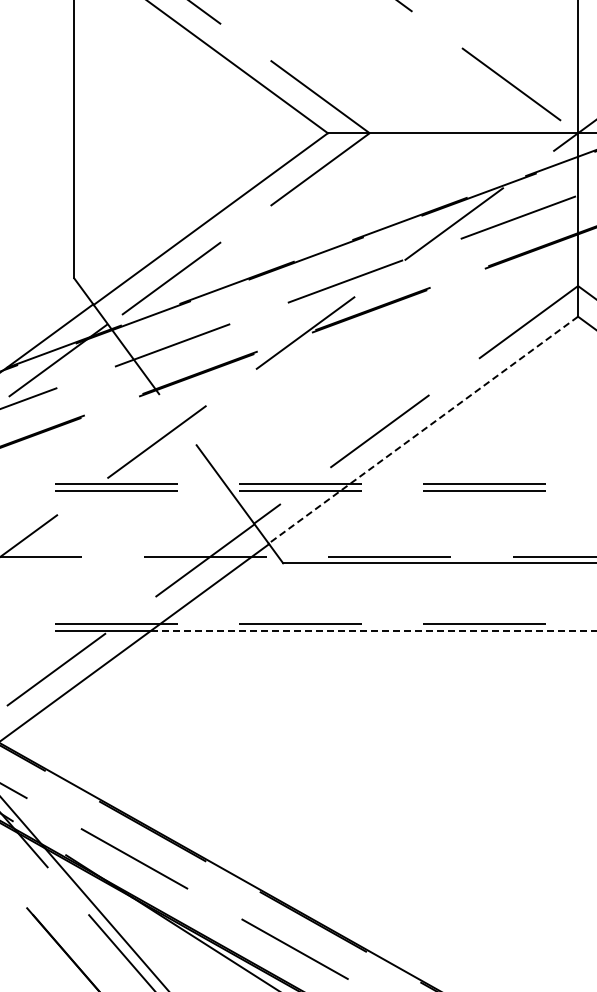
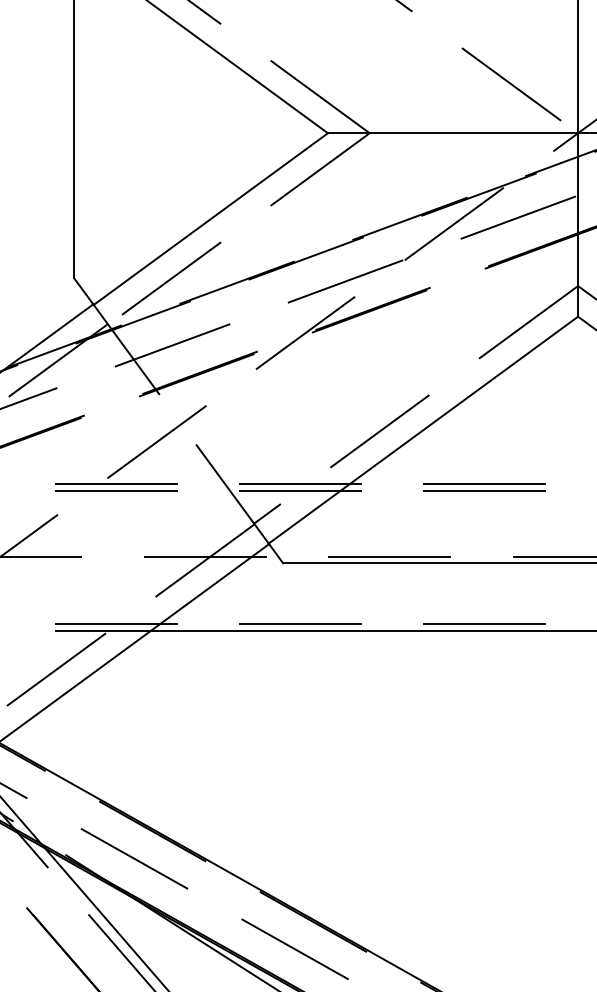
line at (423, 430): dashed -> solid
line at (373, 631): dashed -> solid
